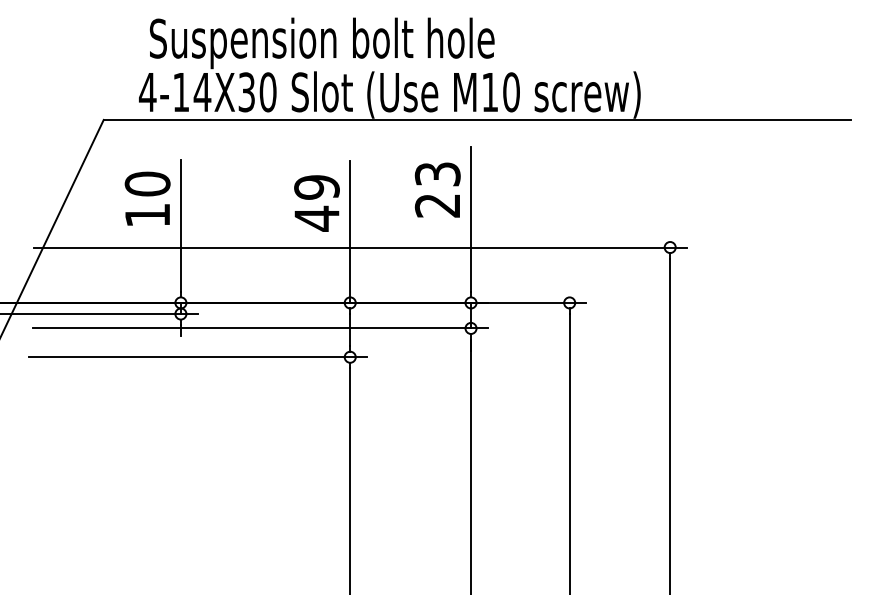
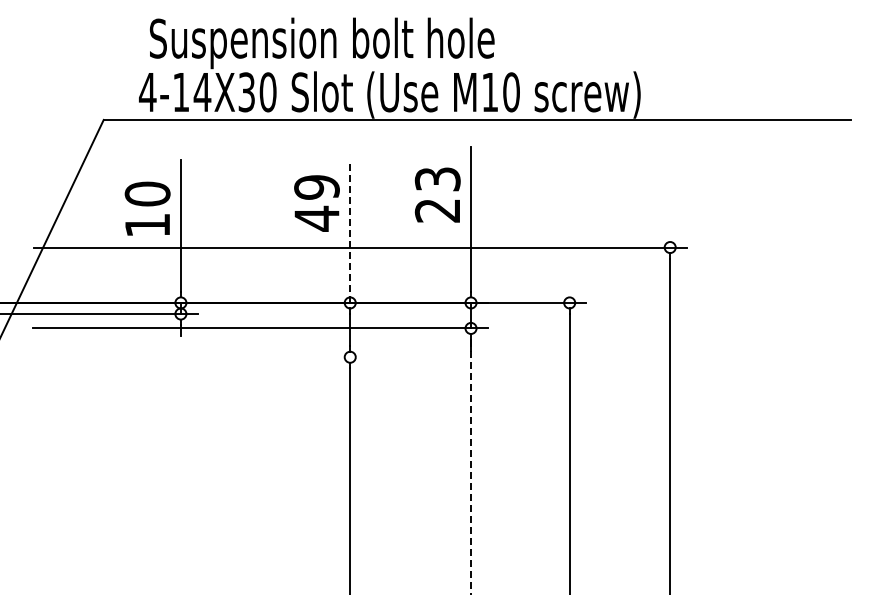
text at (437, 189) position: (437, 189) -> (437, 194)
text at (147, 198) position: (147, 198) -> (147, 208)
line at (350, 231): solid -> dashed
line at (197, 357): present -> none
line at (471, 467): solid -> dashed
